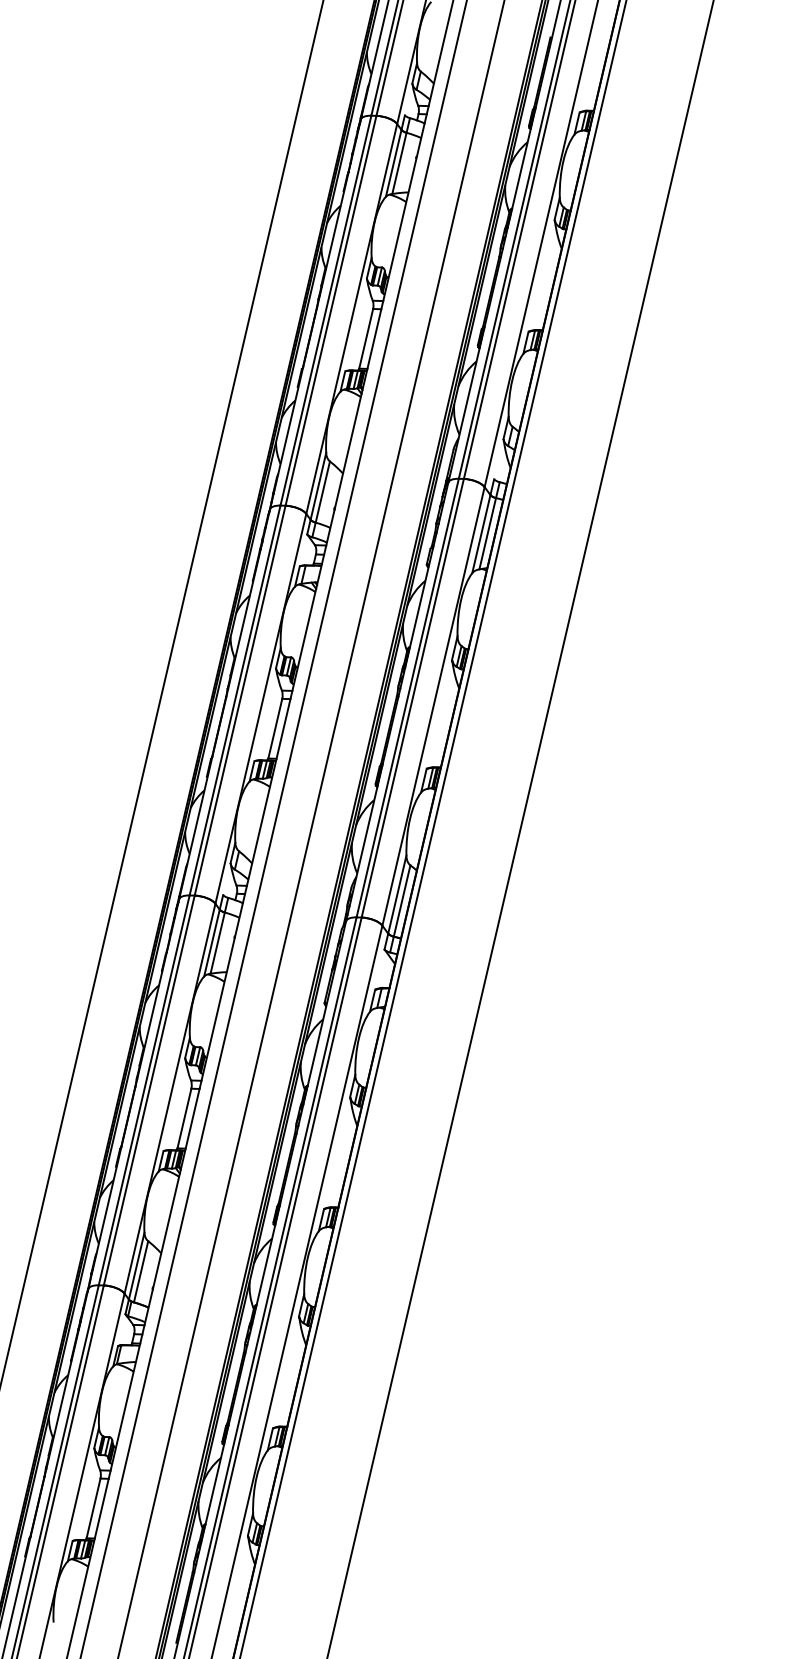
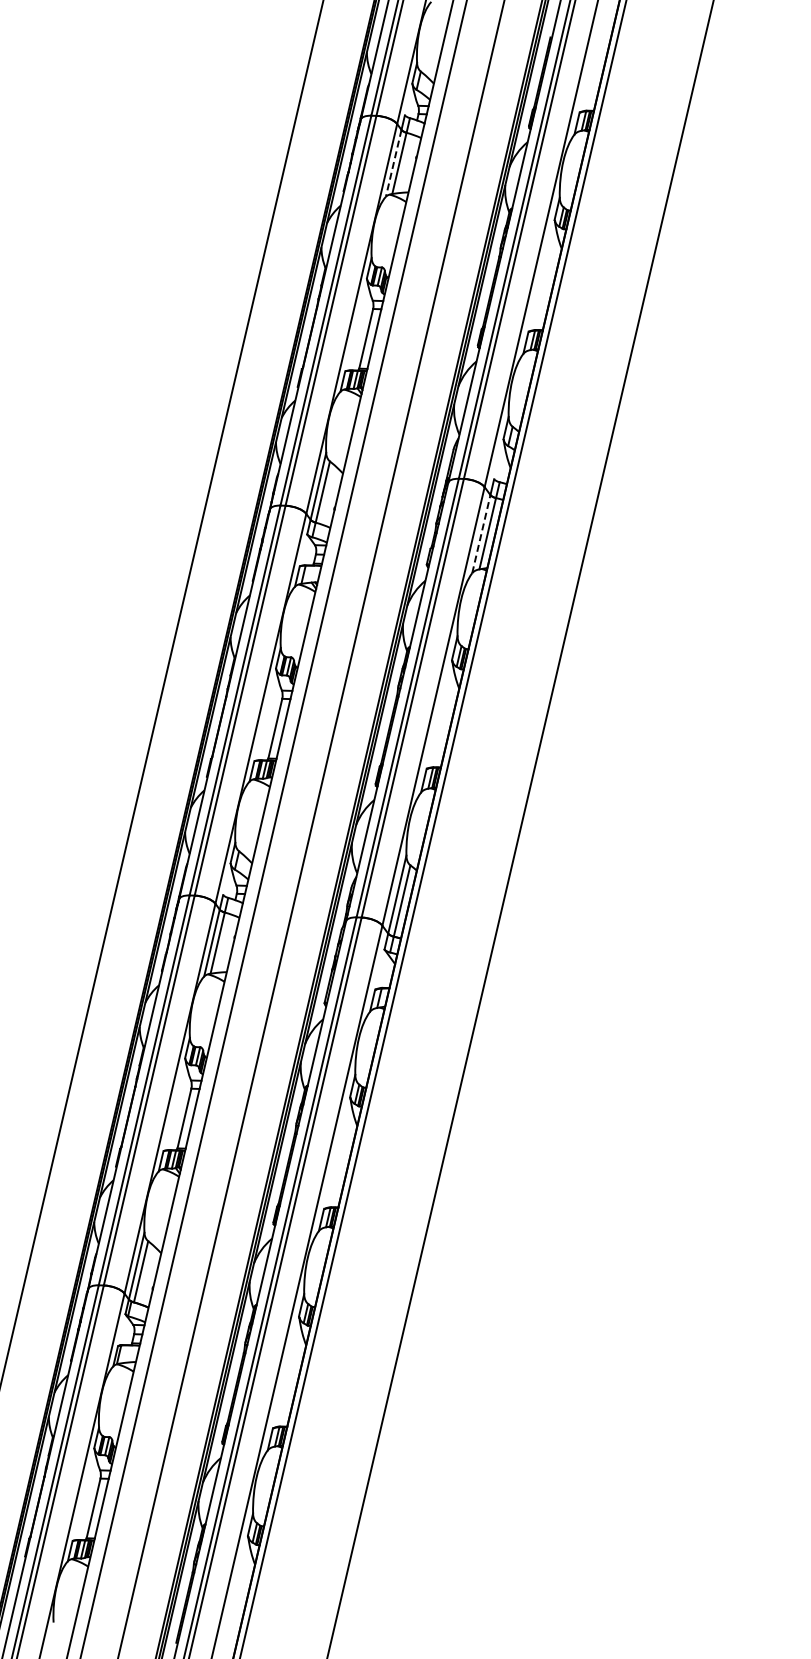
line at (393, 163): solid -> dashed
line at (481, 533): solid -> dashed
